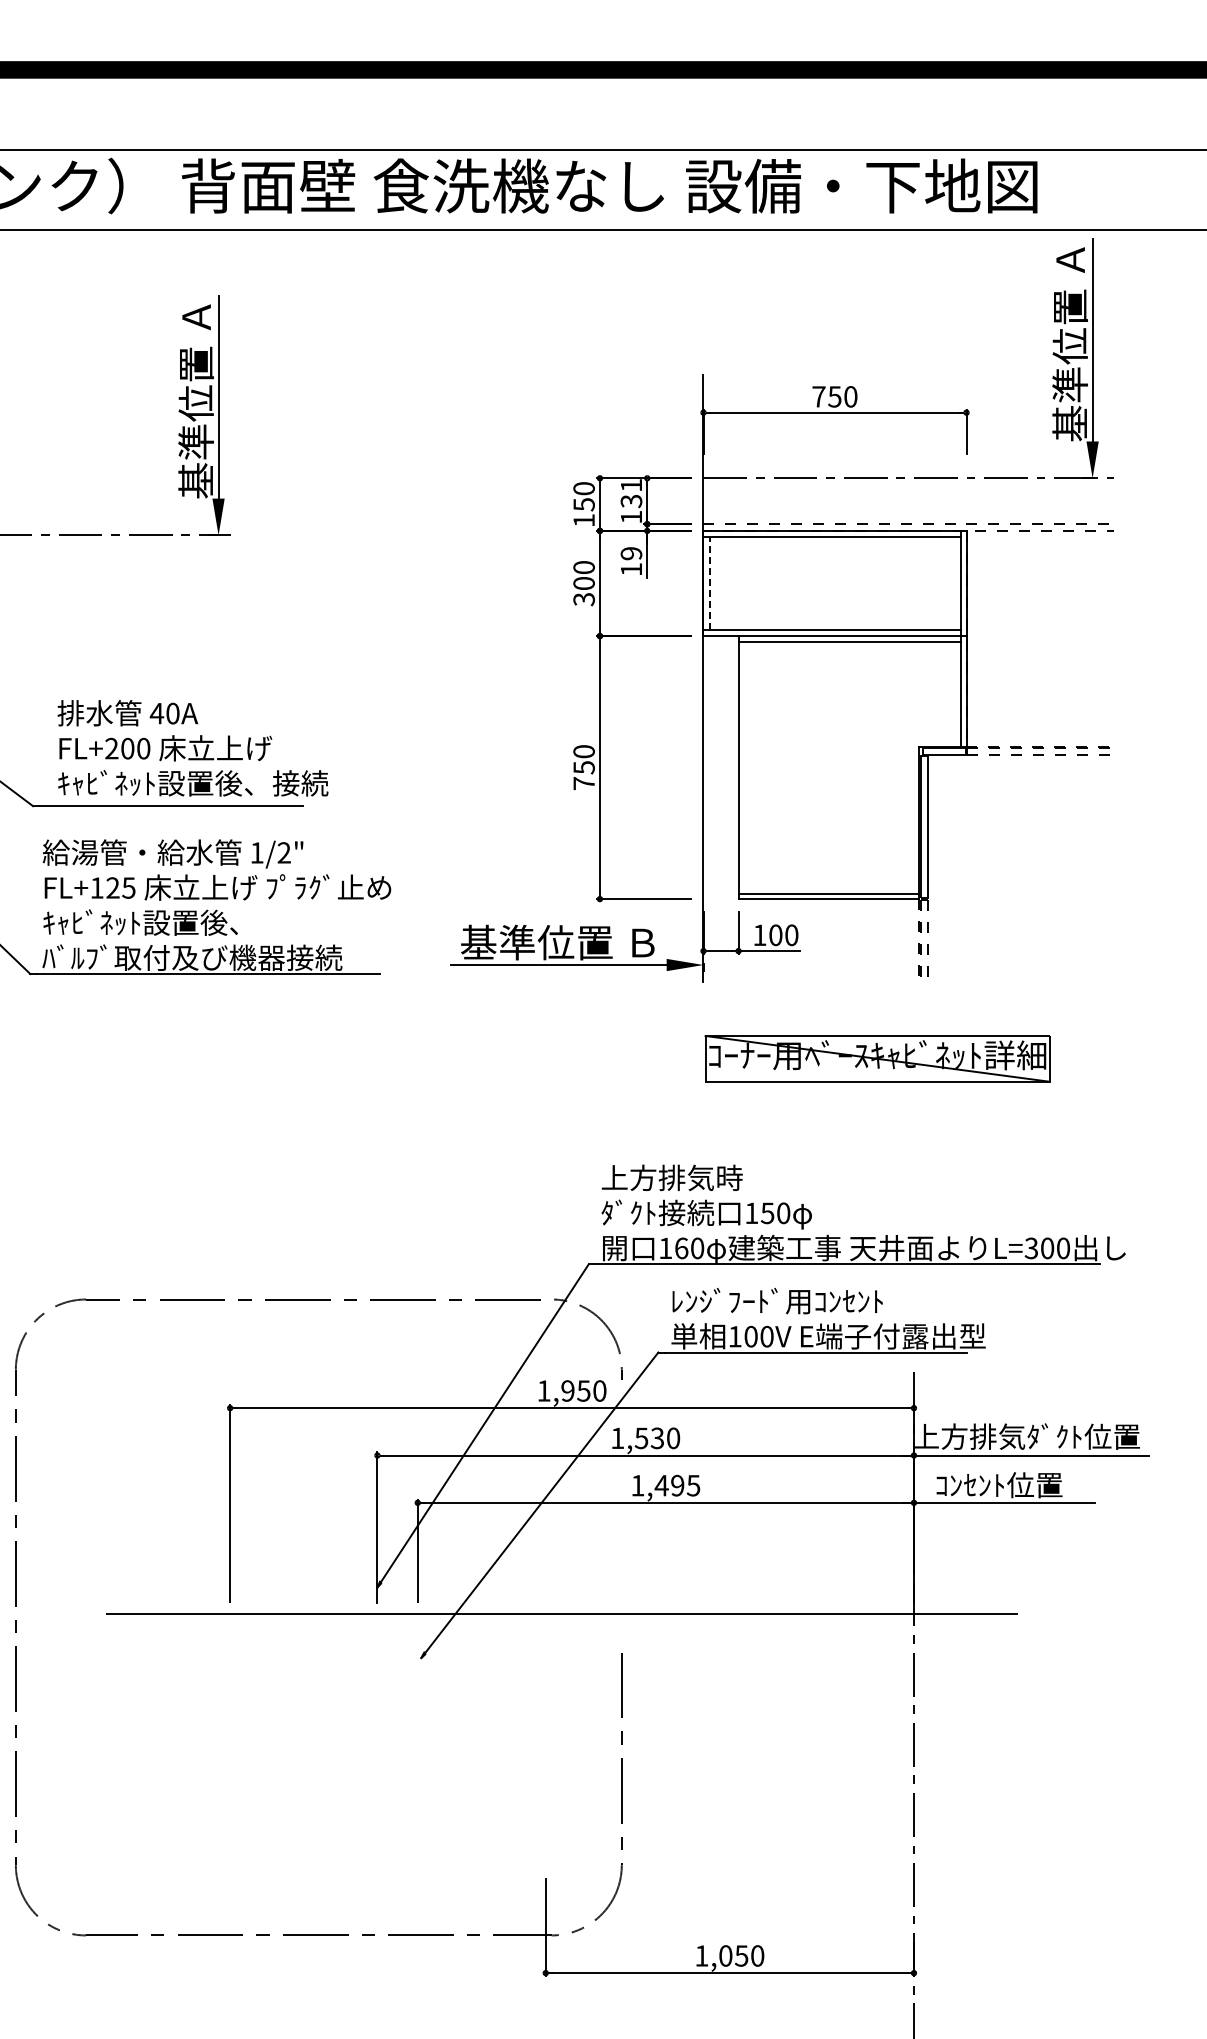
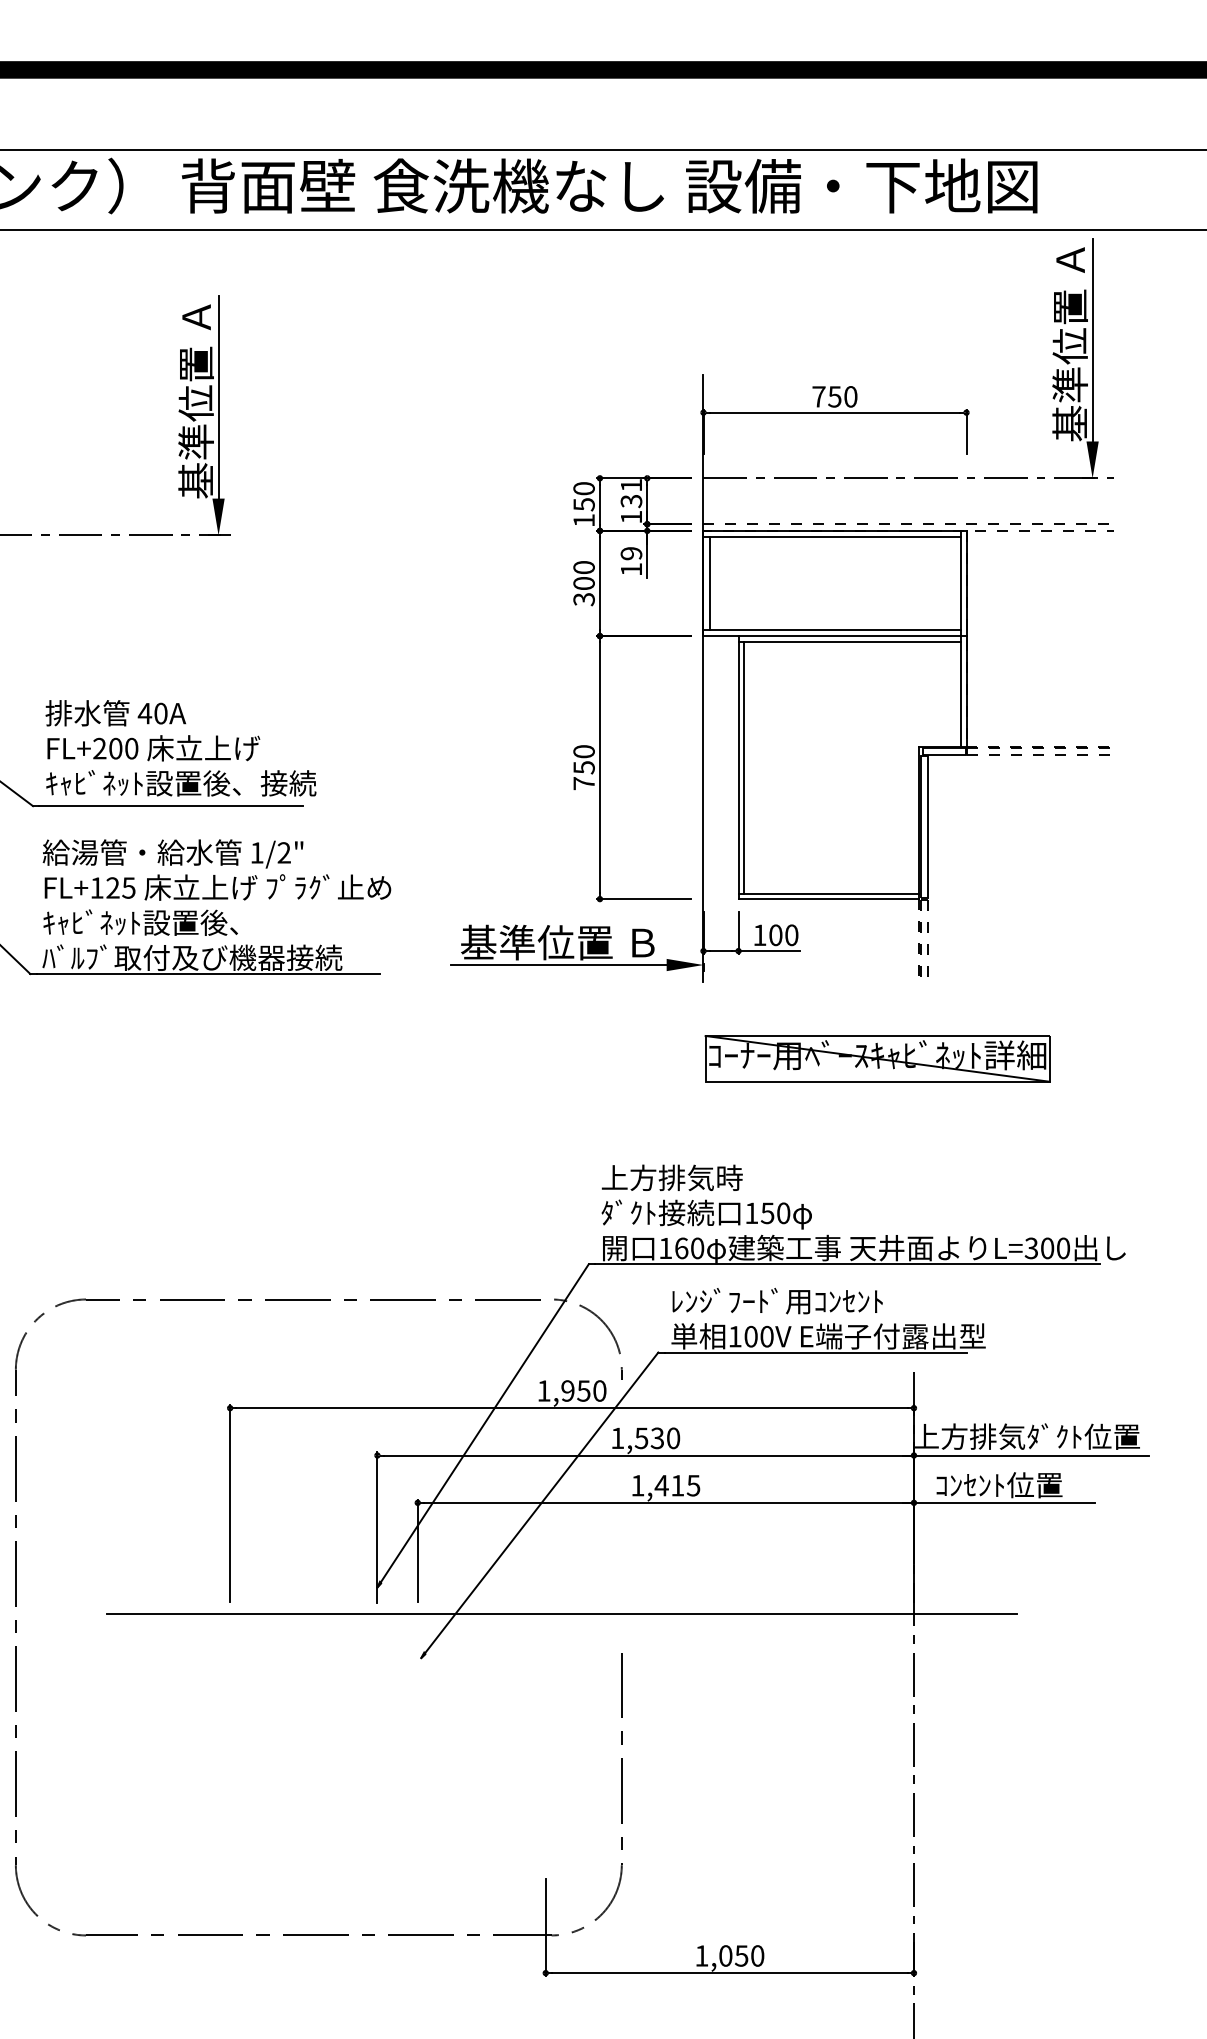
line at (709, 583): dashed -> solid
text at (192, 748) position: (192, 748) -> (180, 748)
line at (744, 767): none -> present
text at (677, 1485): 1,495 -> 1,415
